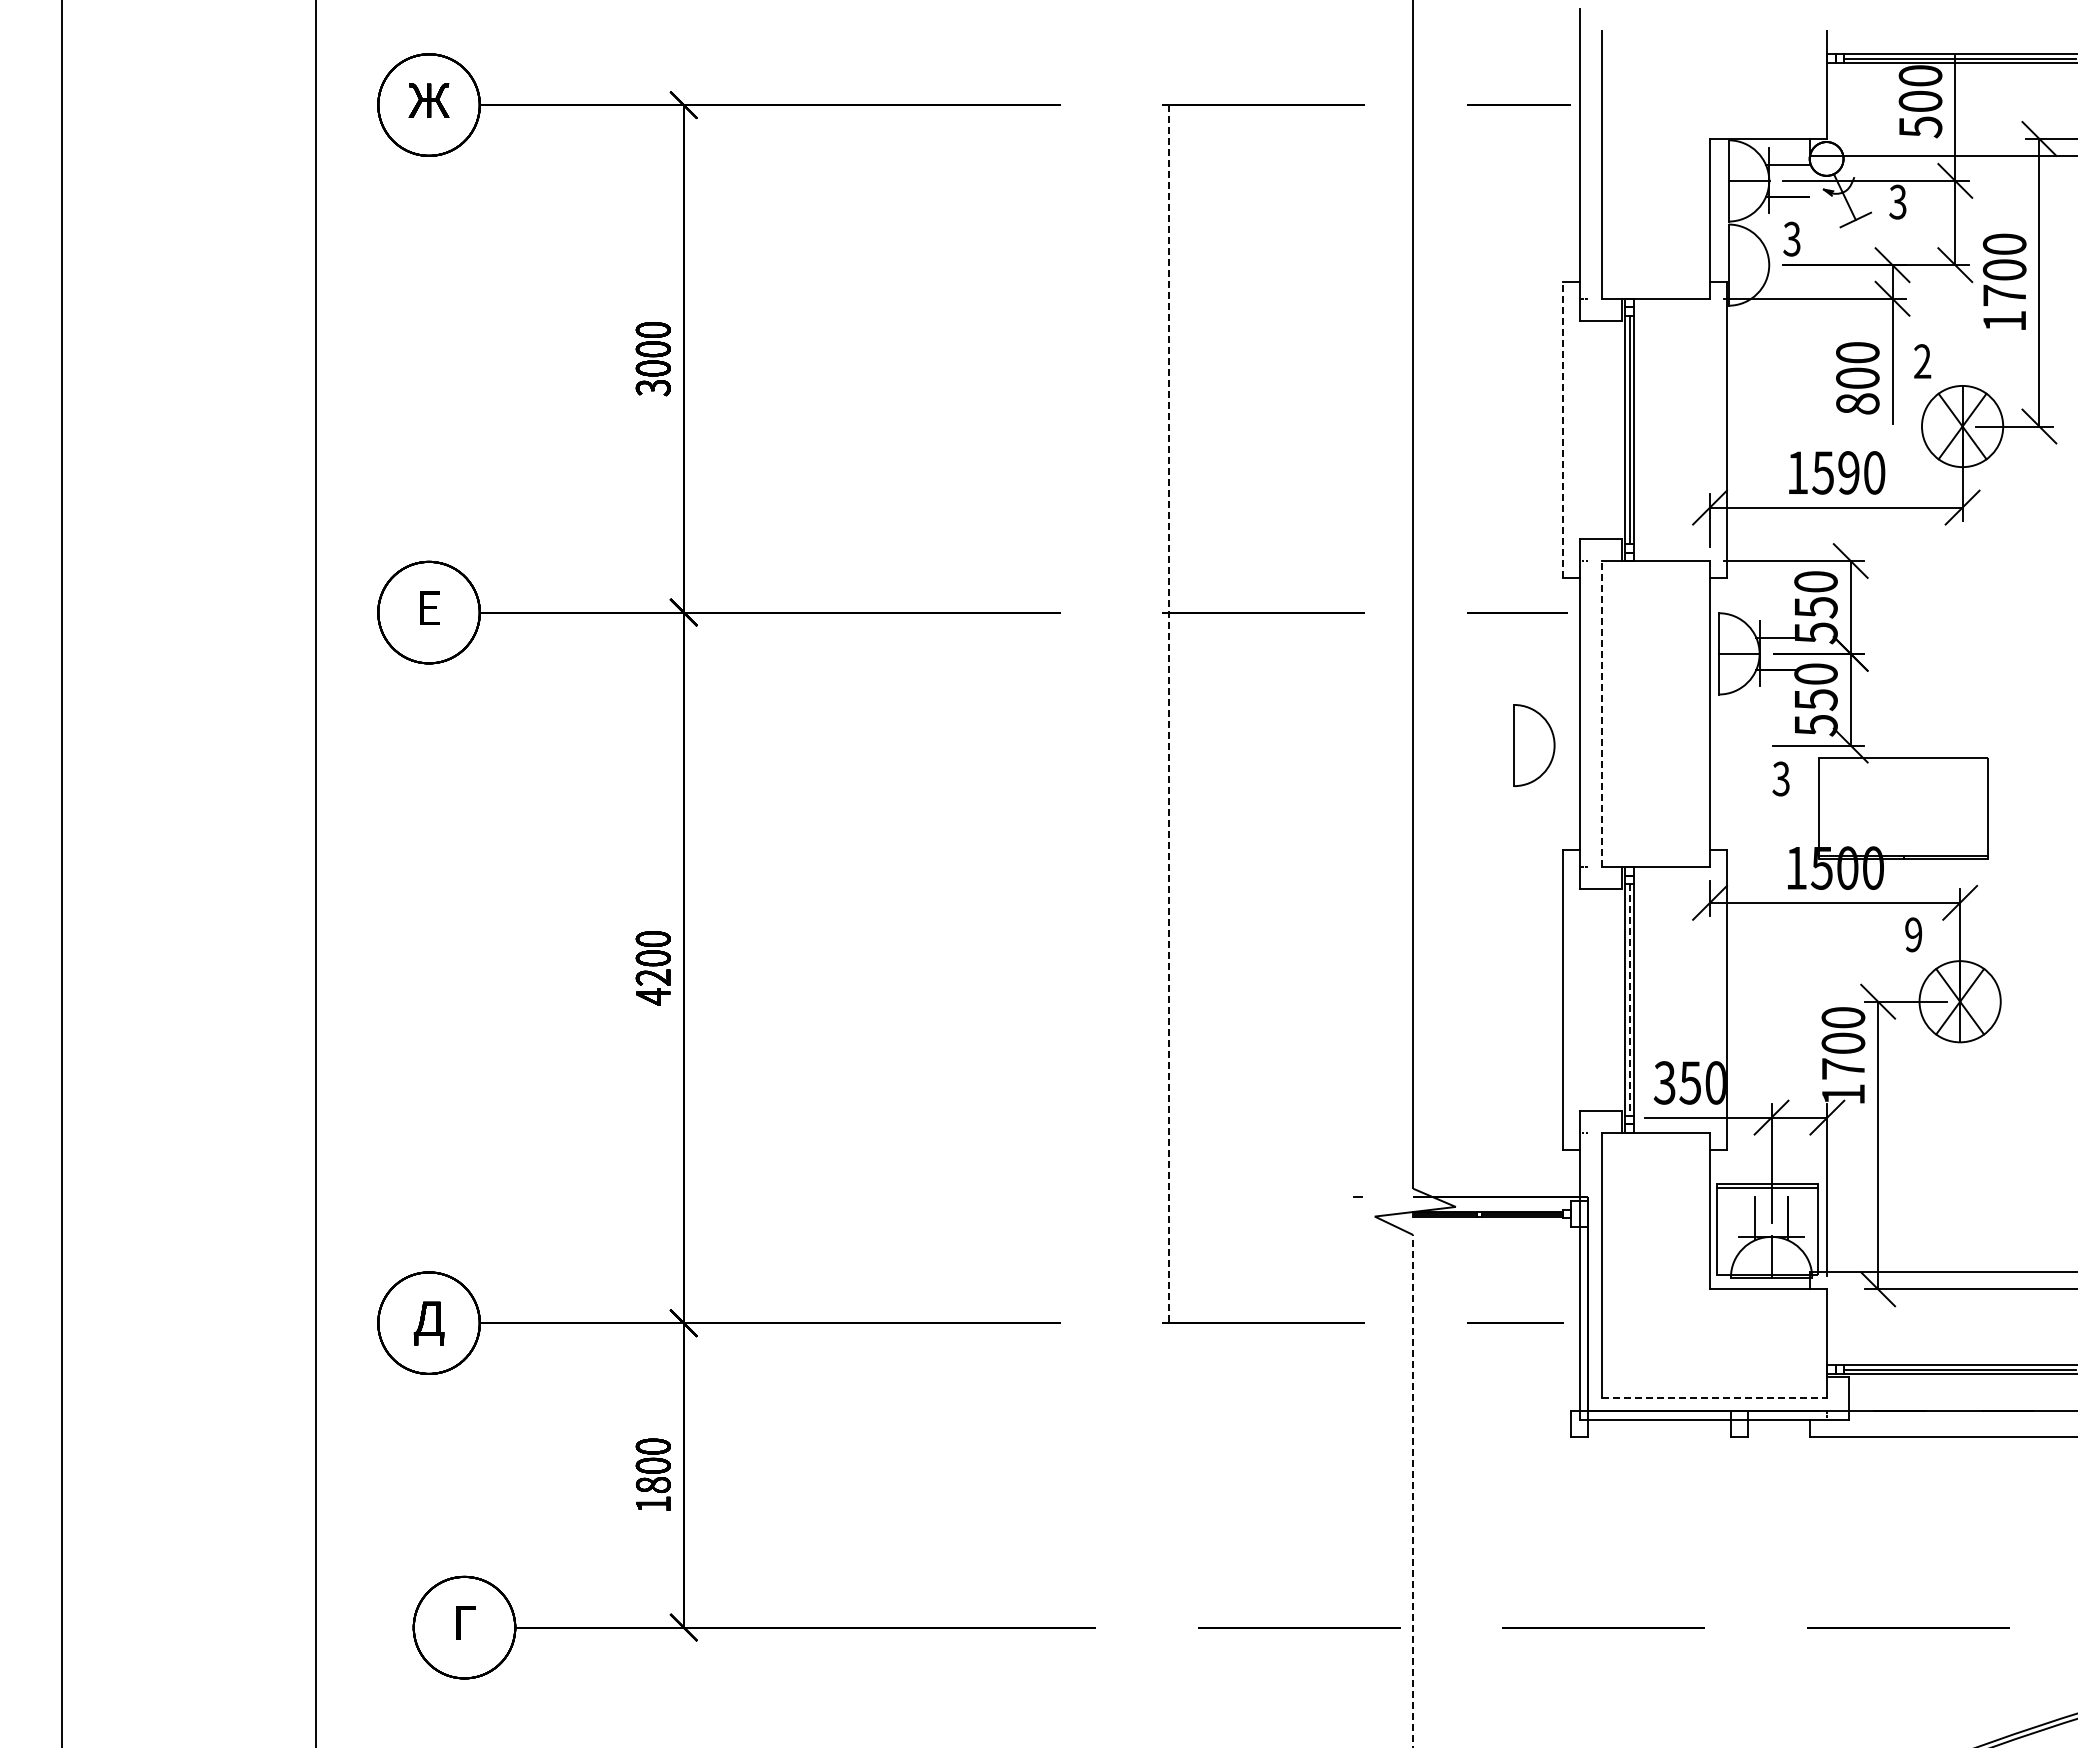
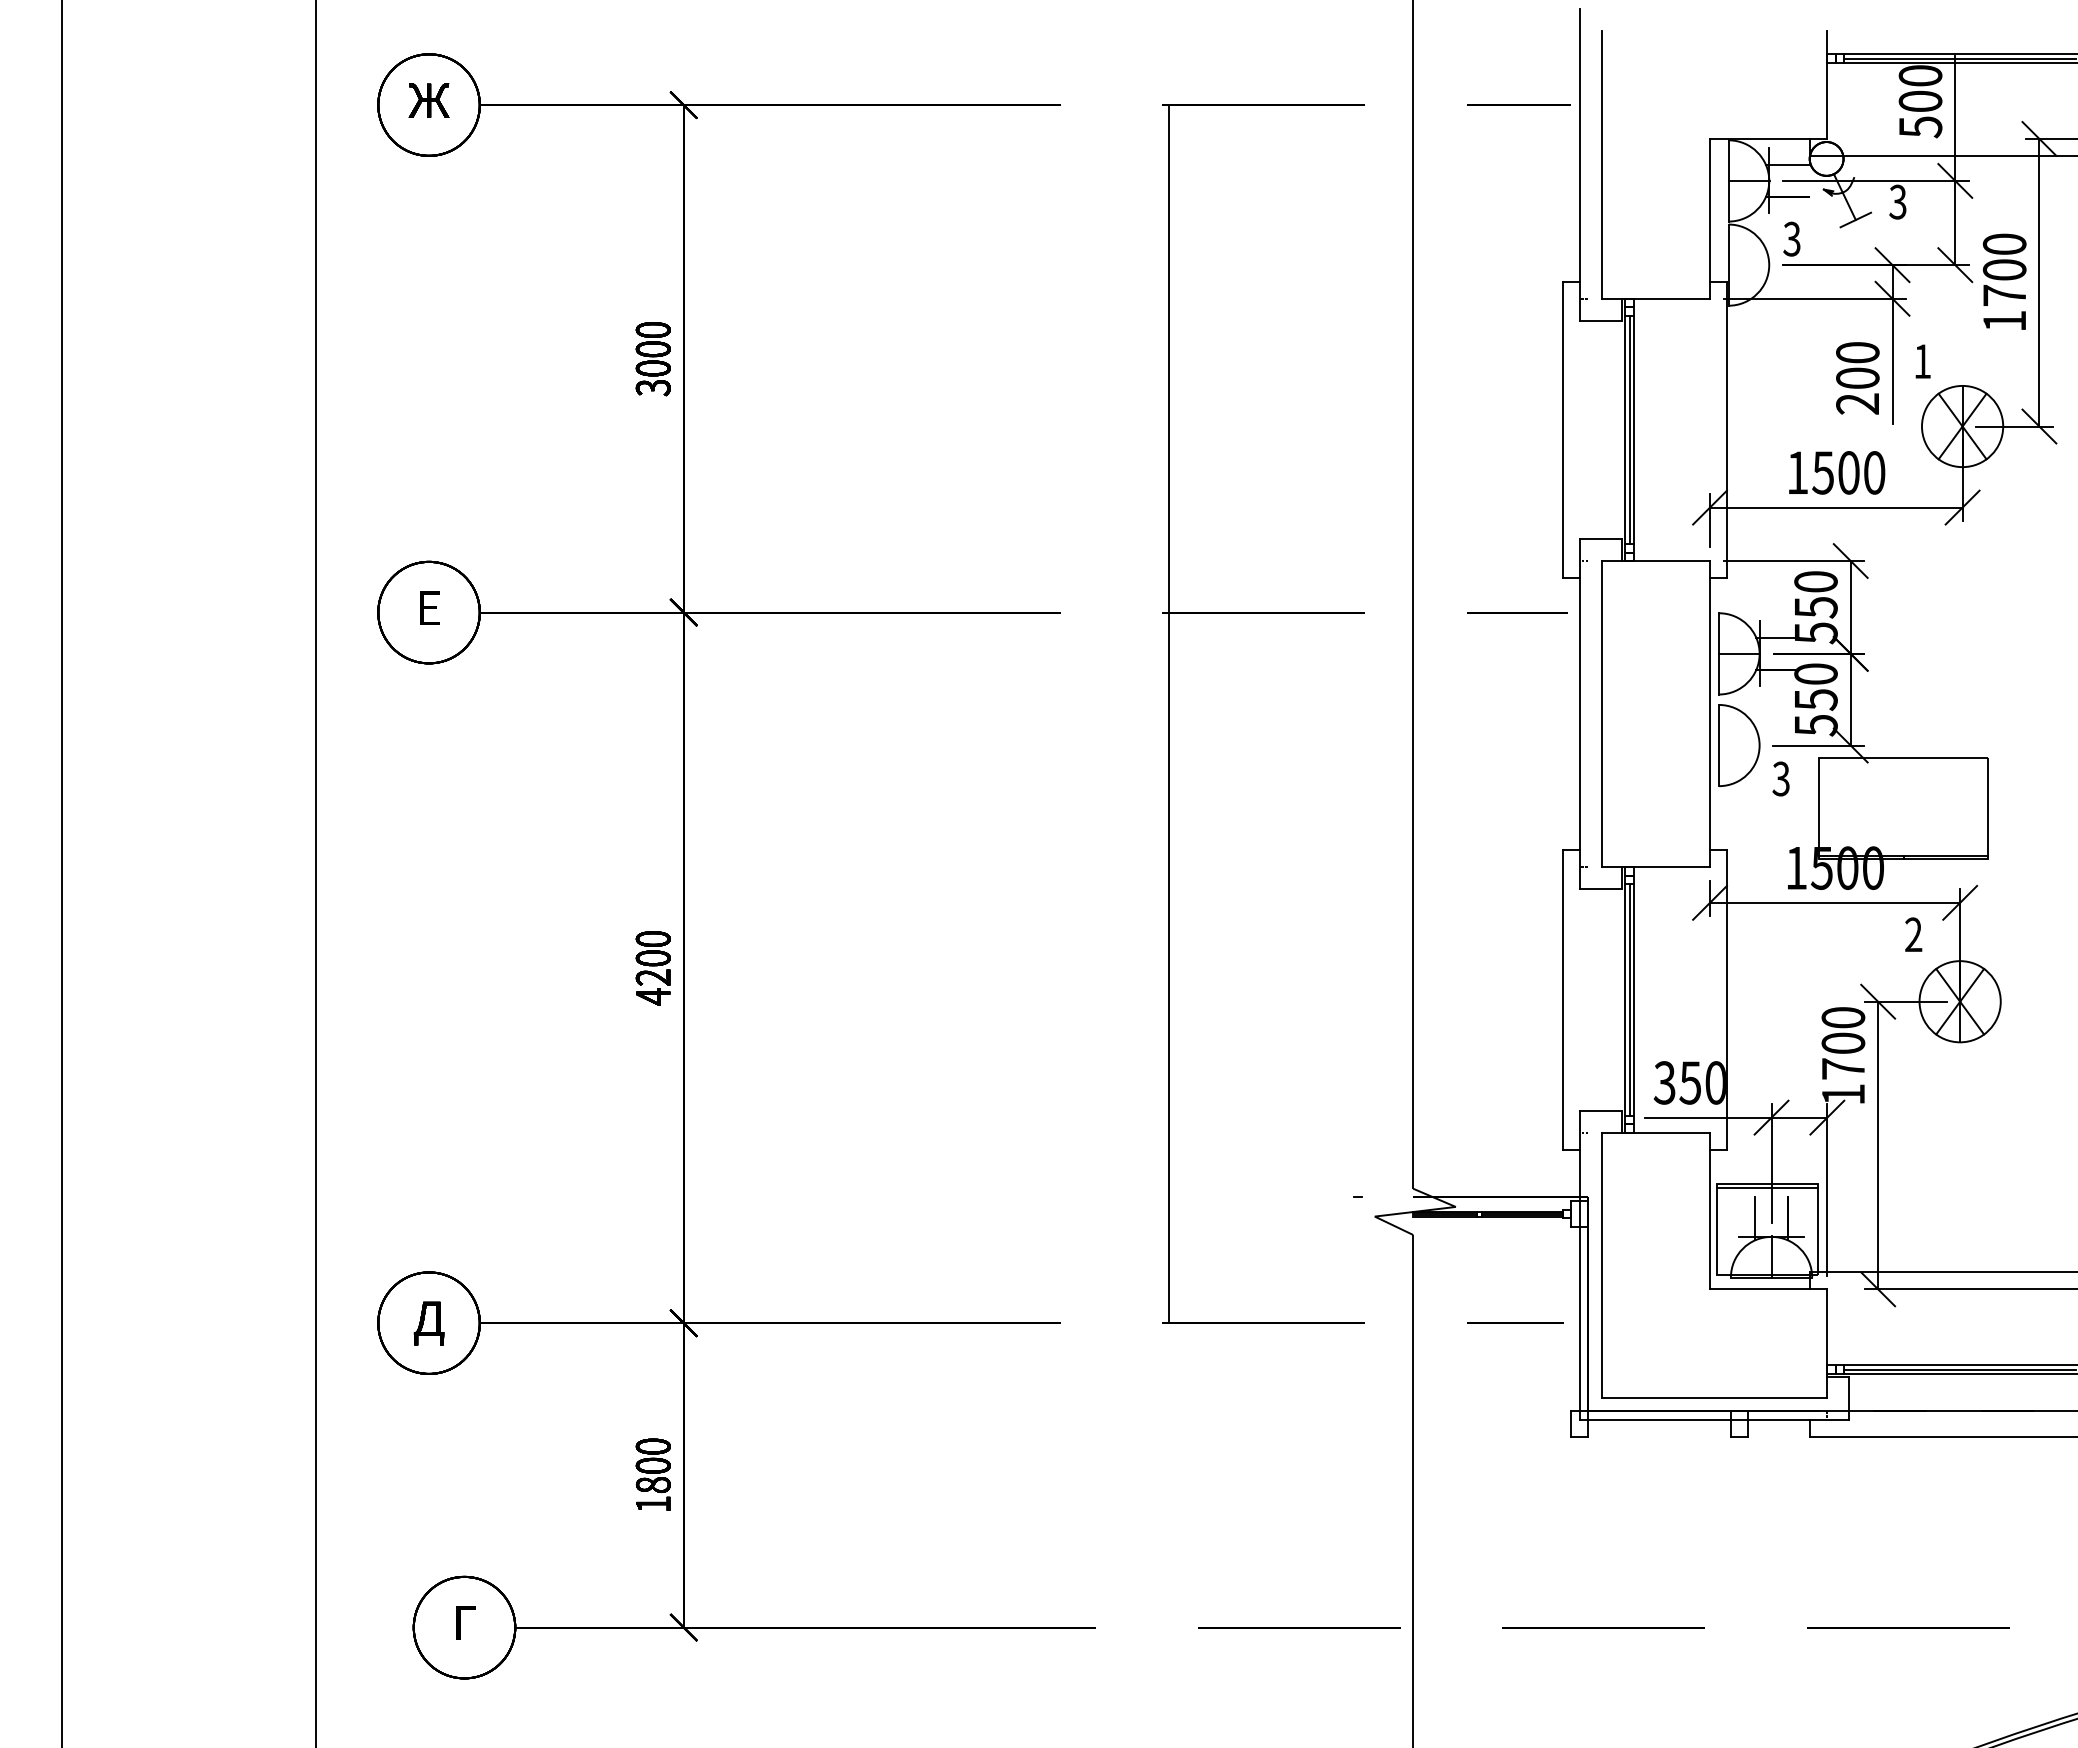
text at (1922, 361): 2 -> 1
text at (1857, 403): 800 -> 200
line at (1562, 429): dashed -> solid
text at (1848, 472): 1590 -> 1500
line at (1601, 713): dashed -> solid
line at (1168, 714): dashed -> solid
part at (1534, 745) position: (1534, 745) -> (1739, 745)
text at (1913, 935): 9 -> 2
line at (1629, 1000): dashed -> solid
line at (1714, 1397): dashed -> solid
line at (1413, 1490): dashed -> solid
